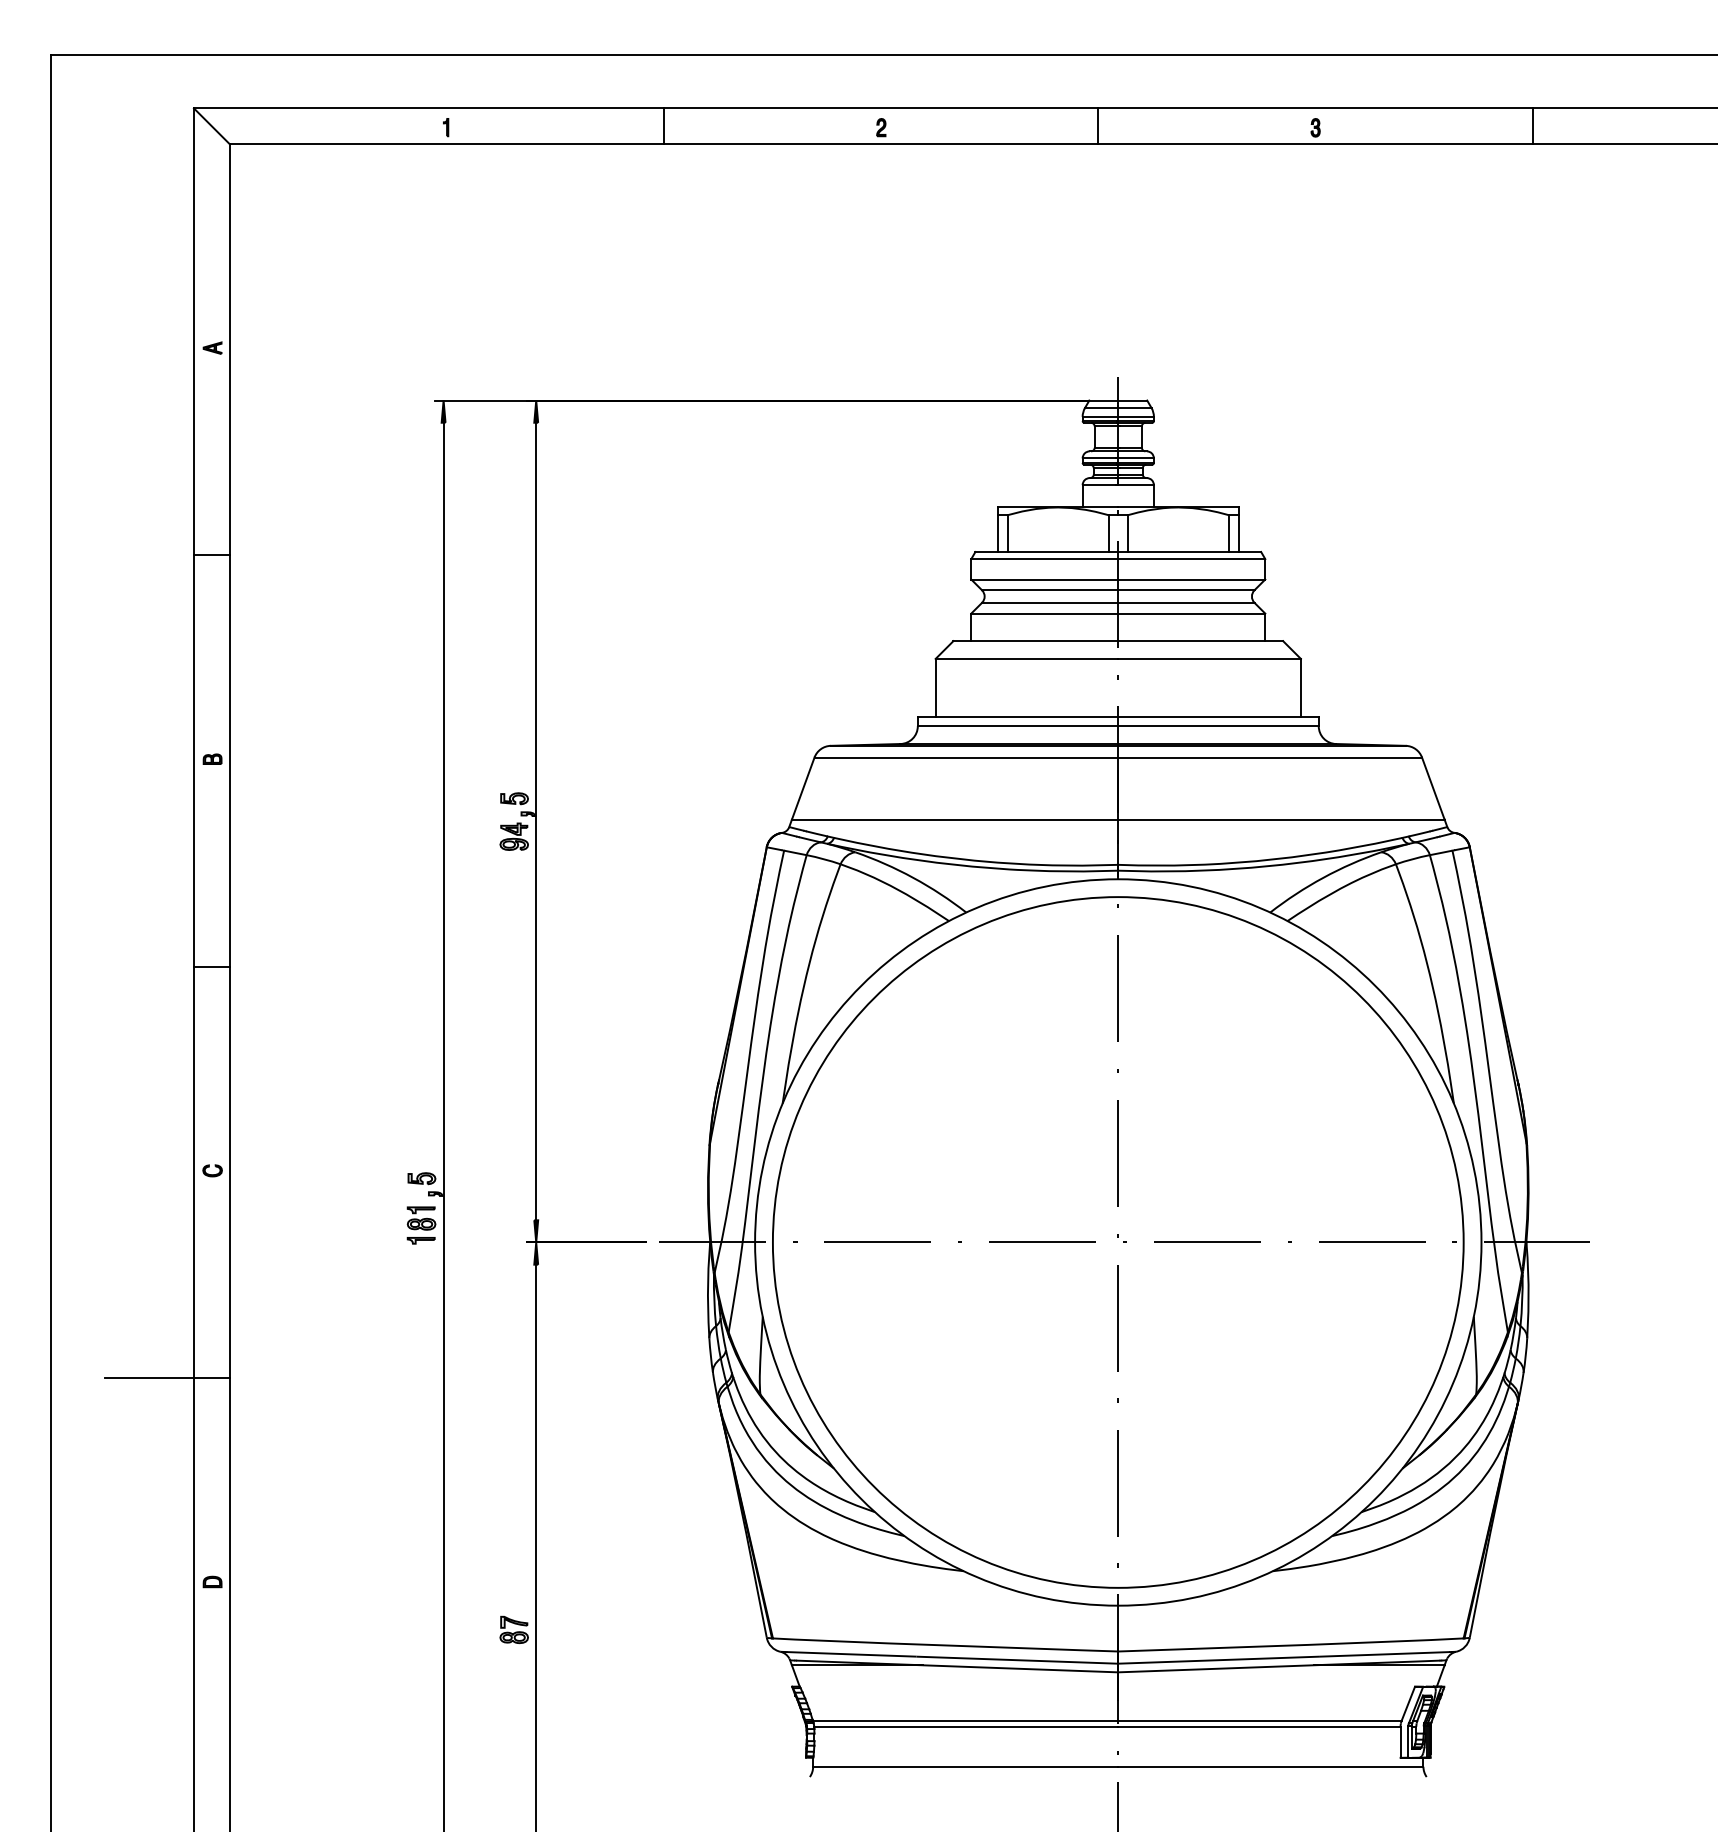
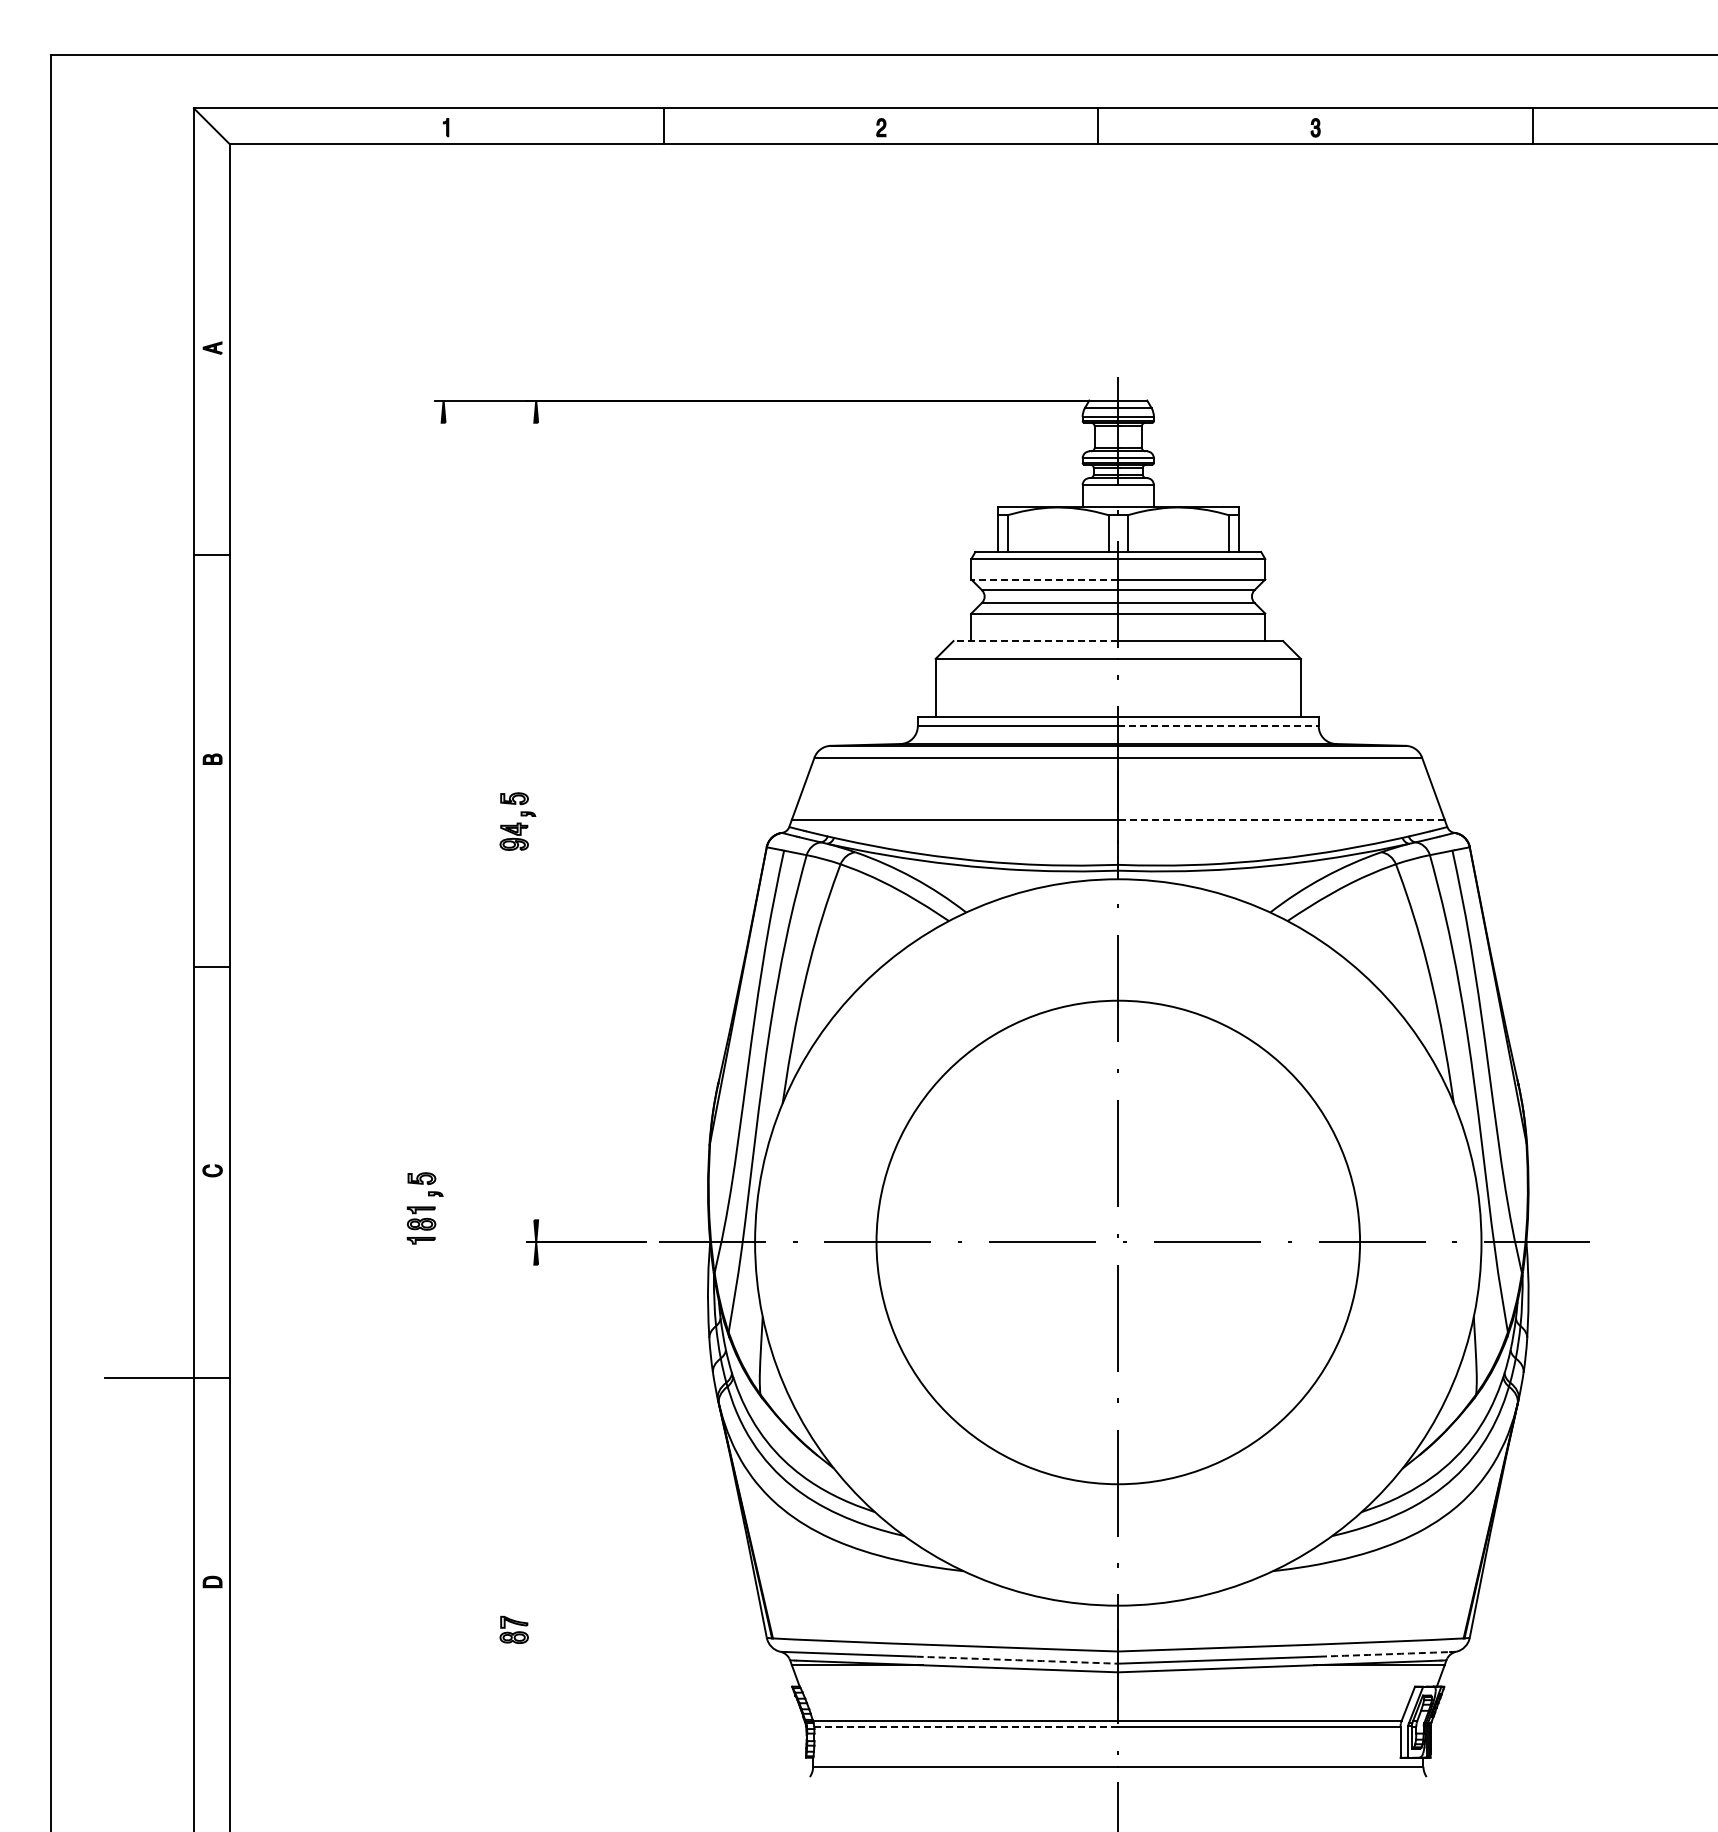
line at (1044, 579): solid -> dashed
line at (1035, 641): solid -> dashed
line at (1219, 726): solid -> dashed
line at (1280, 819): solid -> dashed
line at (536, 821): present -> none
line at (443, 1125): present -> none
circle at (1117, 1242) diameter: 691 px -> 484 px
line at (536, 1546): present -> none
arc at (1385, 1654): solid -> dashed
arc at (1017, 1660): solid -> dashed
line at (966, 1726): solid -> dashed
